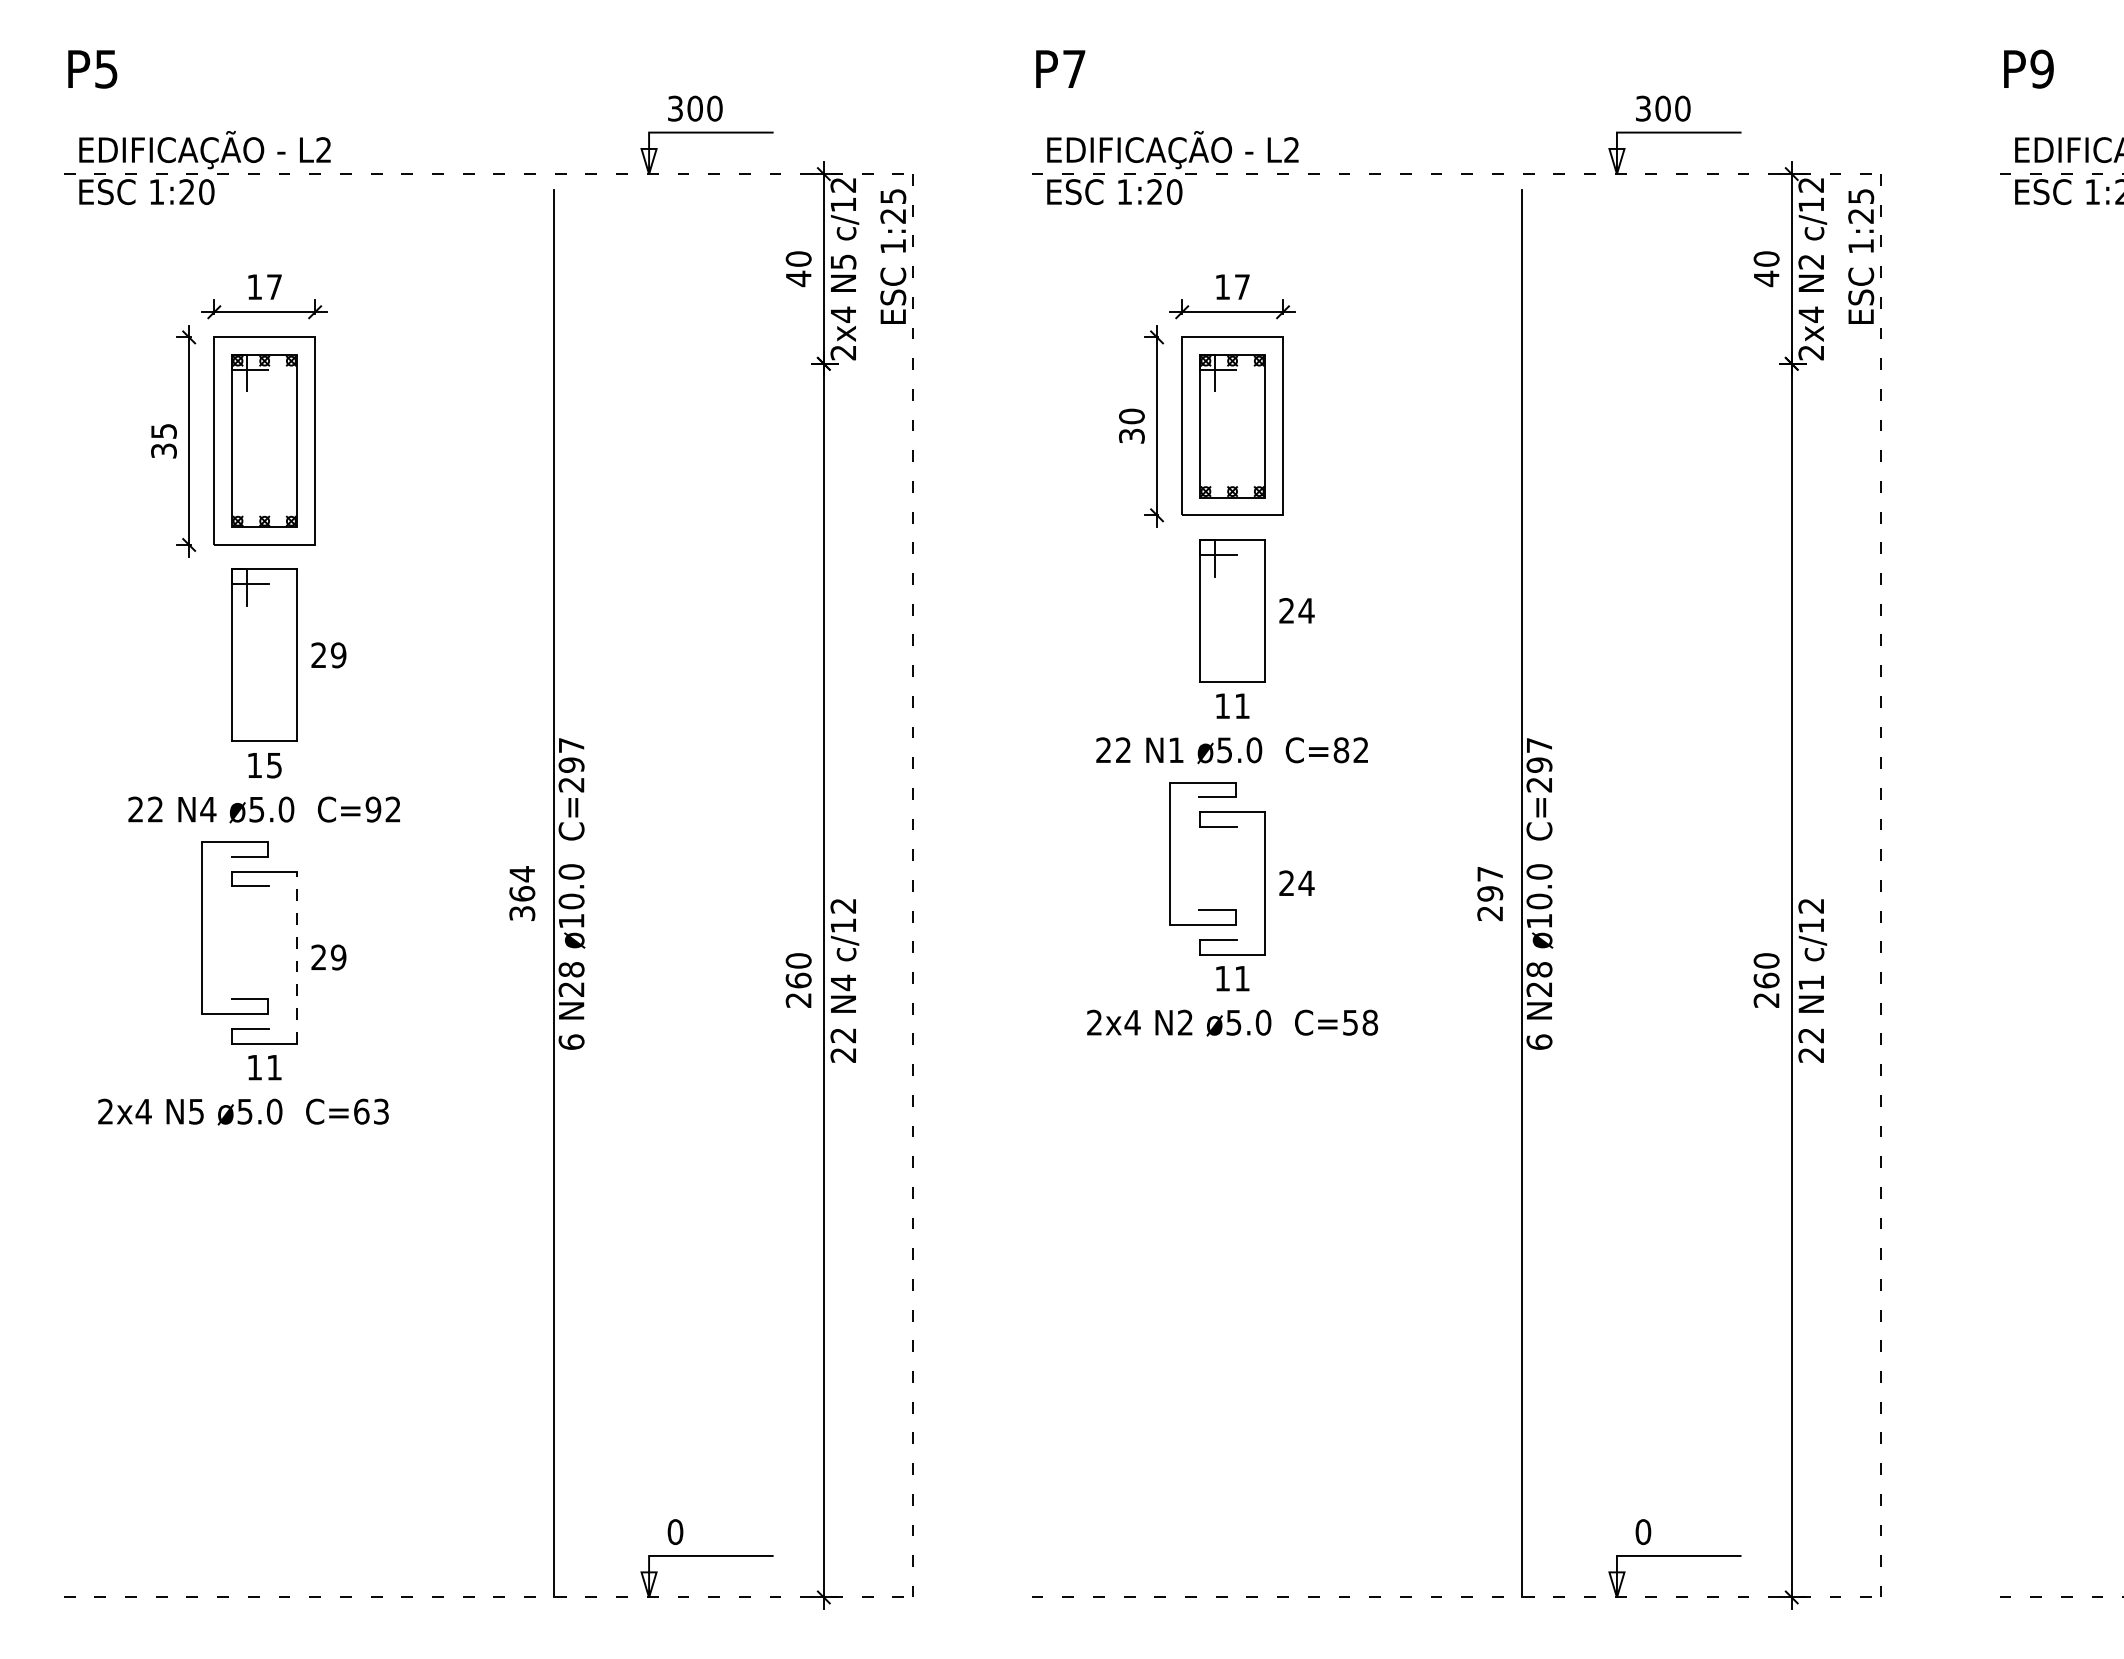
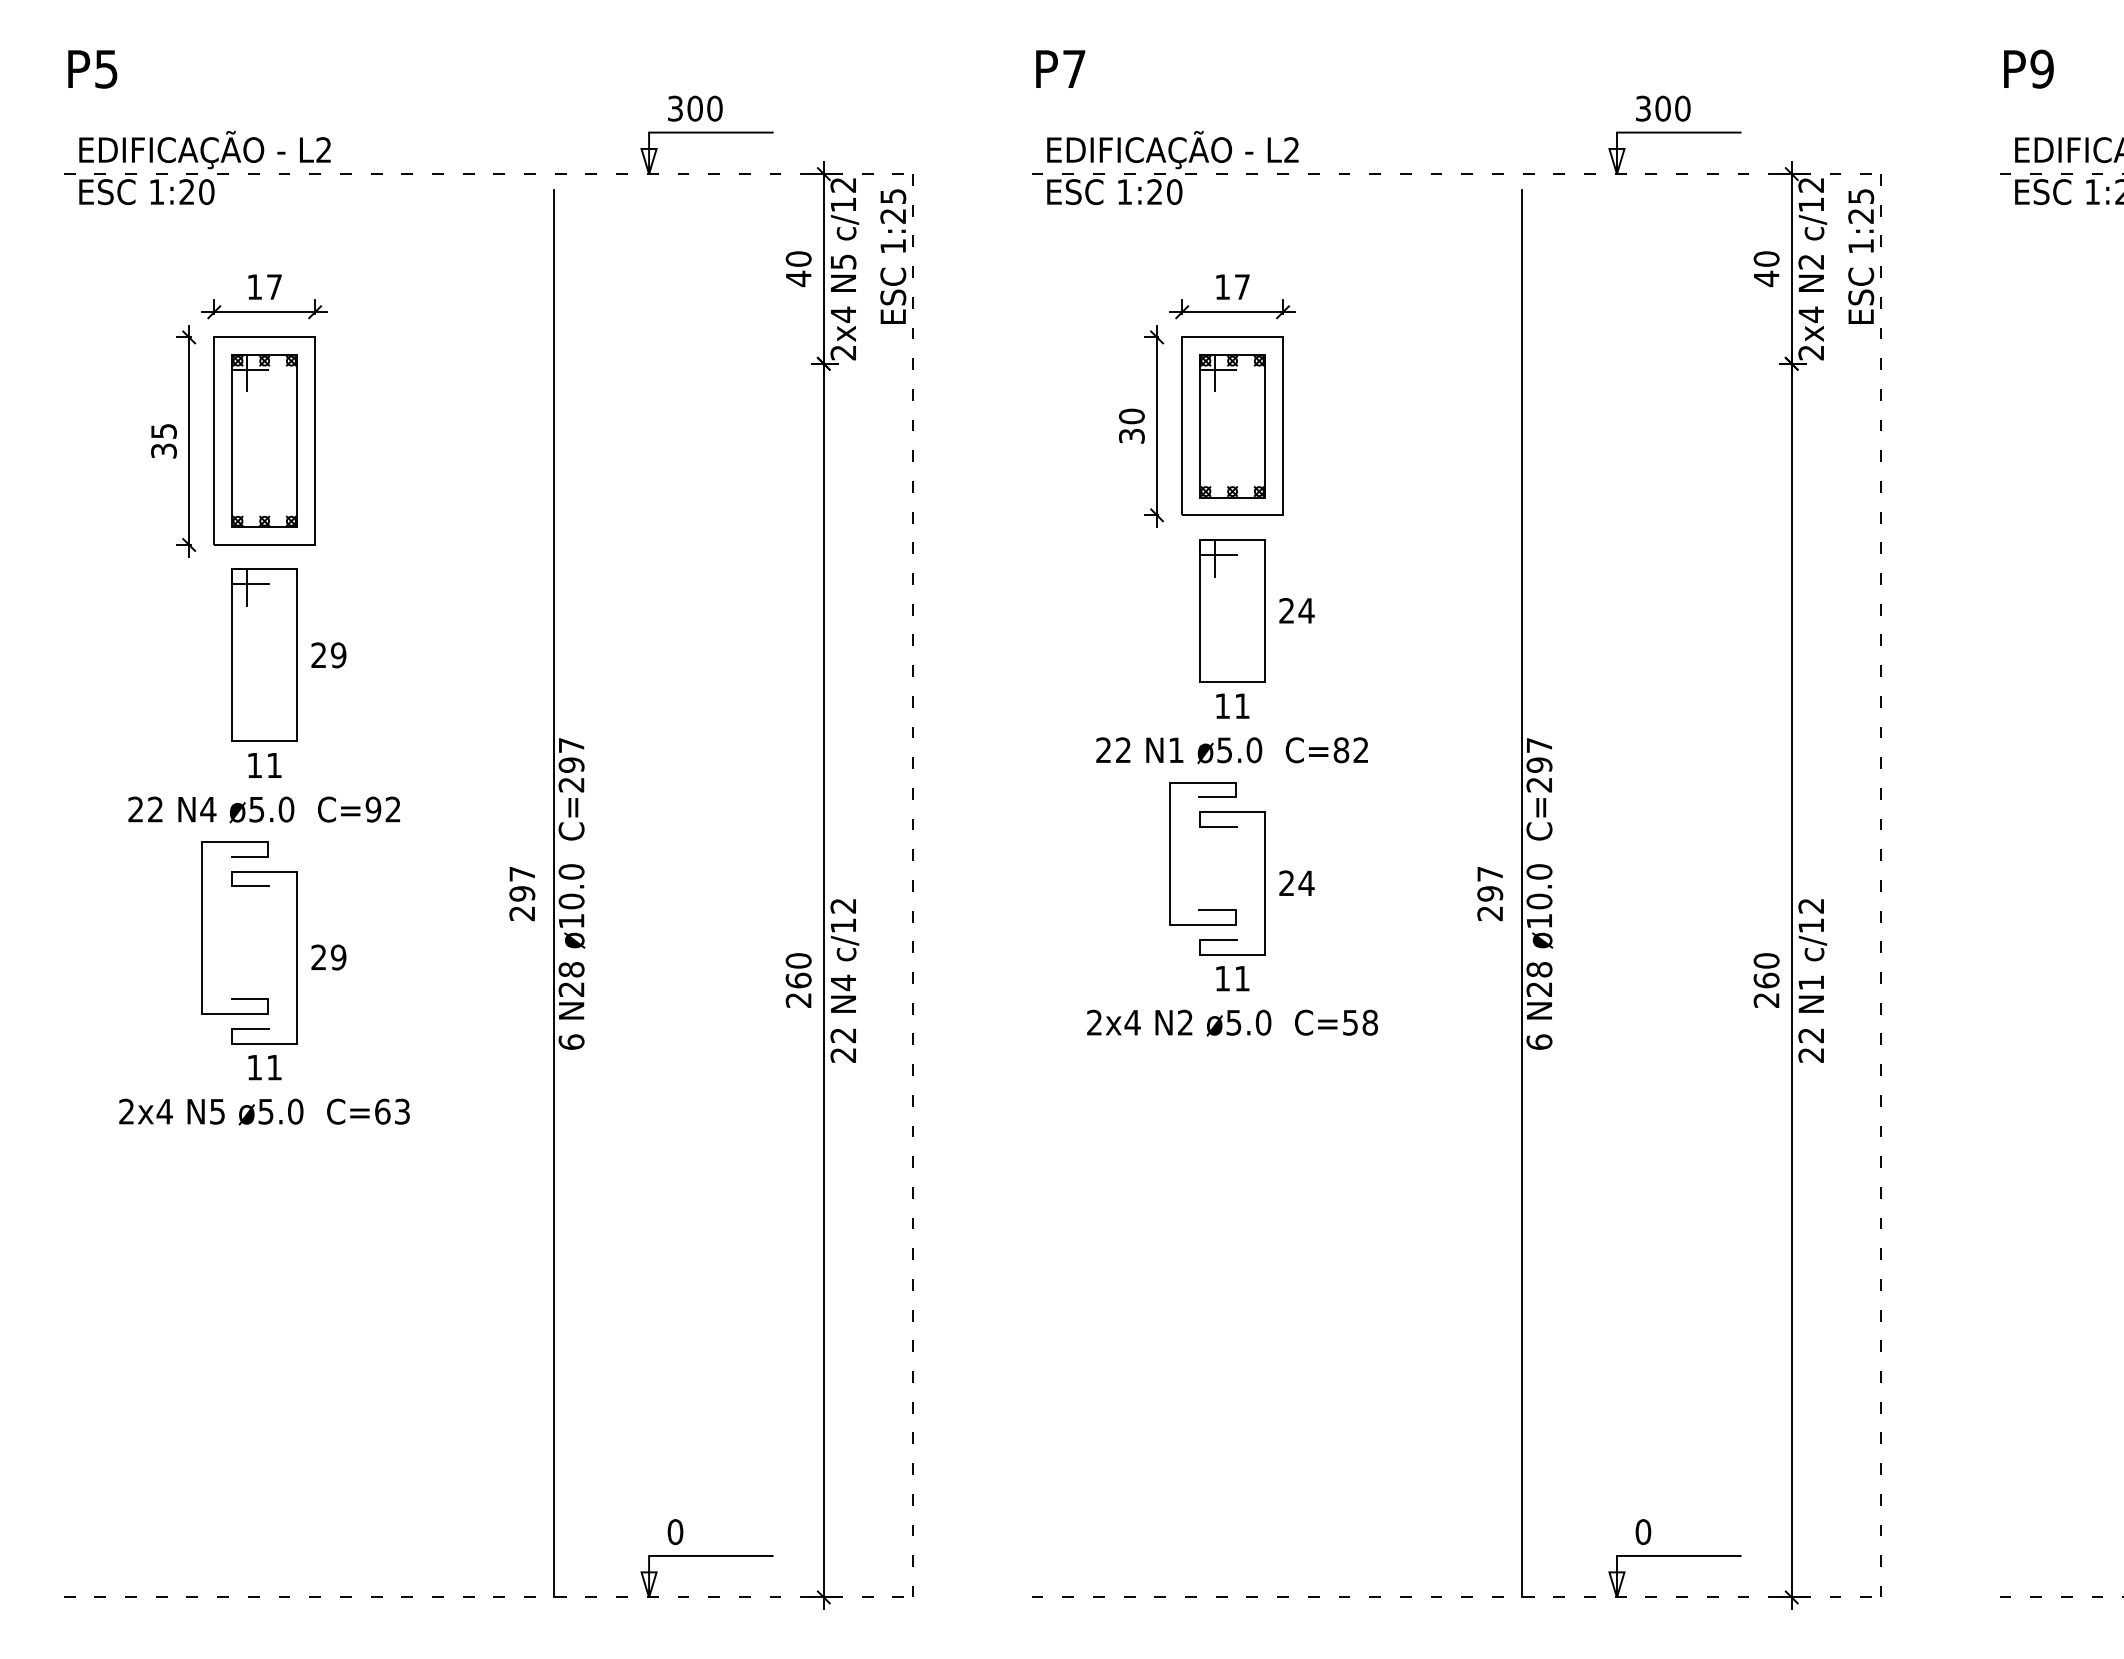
text at (274, 765): 15 -> 11
text at (522, 893): 364 -> 297
line at (297, 957): dashed -> solid
text at (243, 1111) position: (243, 1111) -> (264, 1111)
